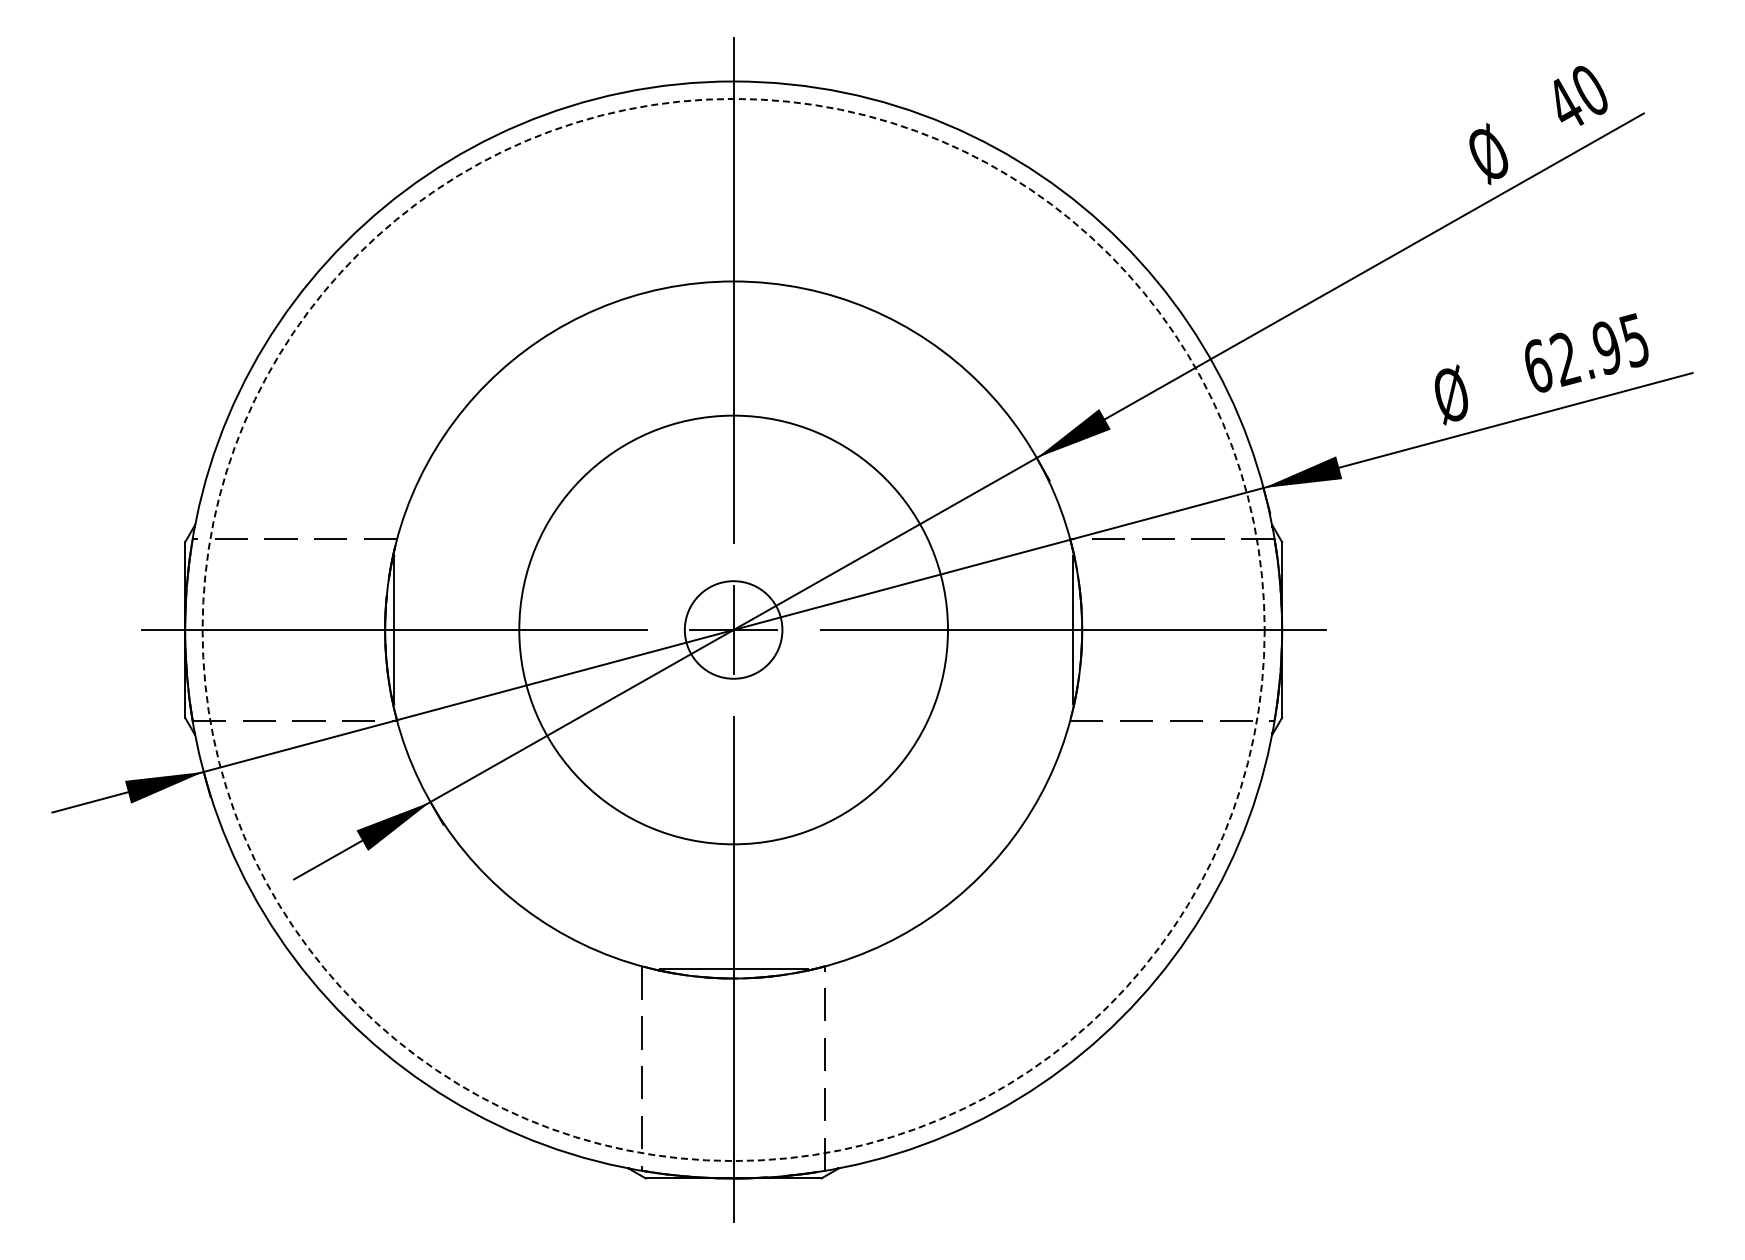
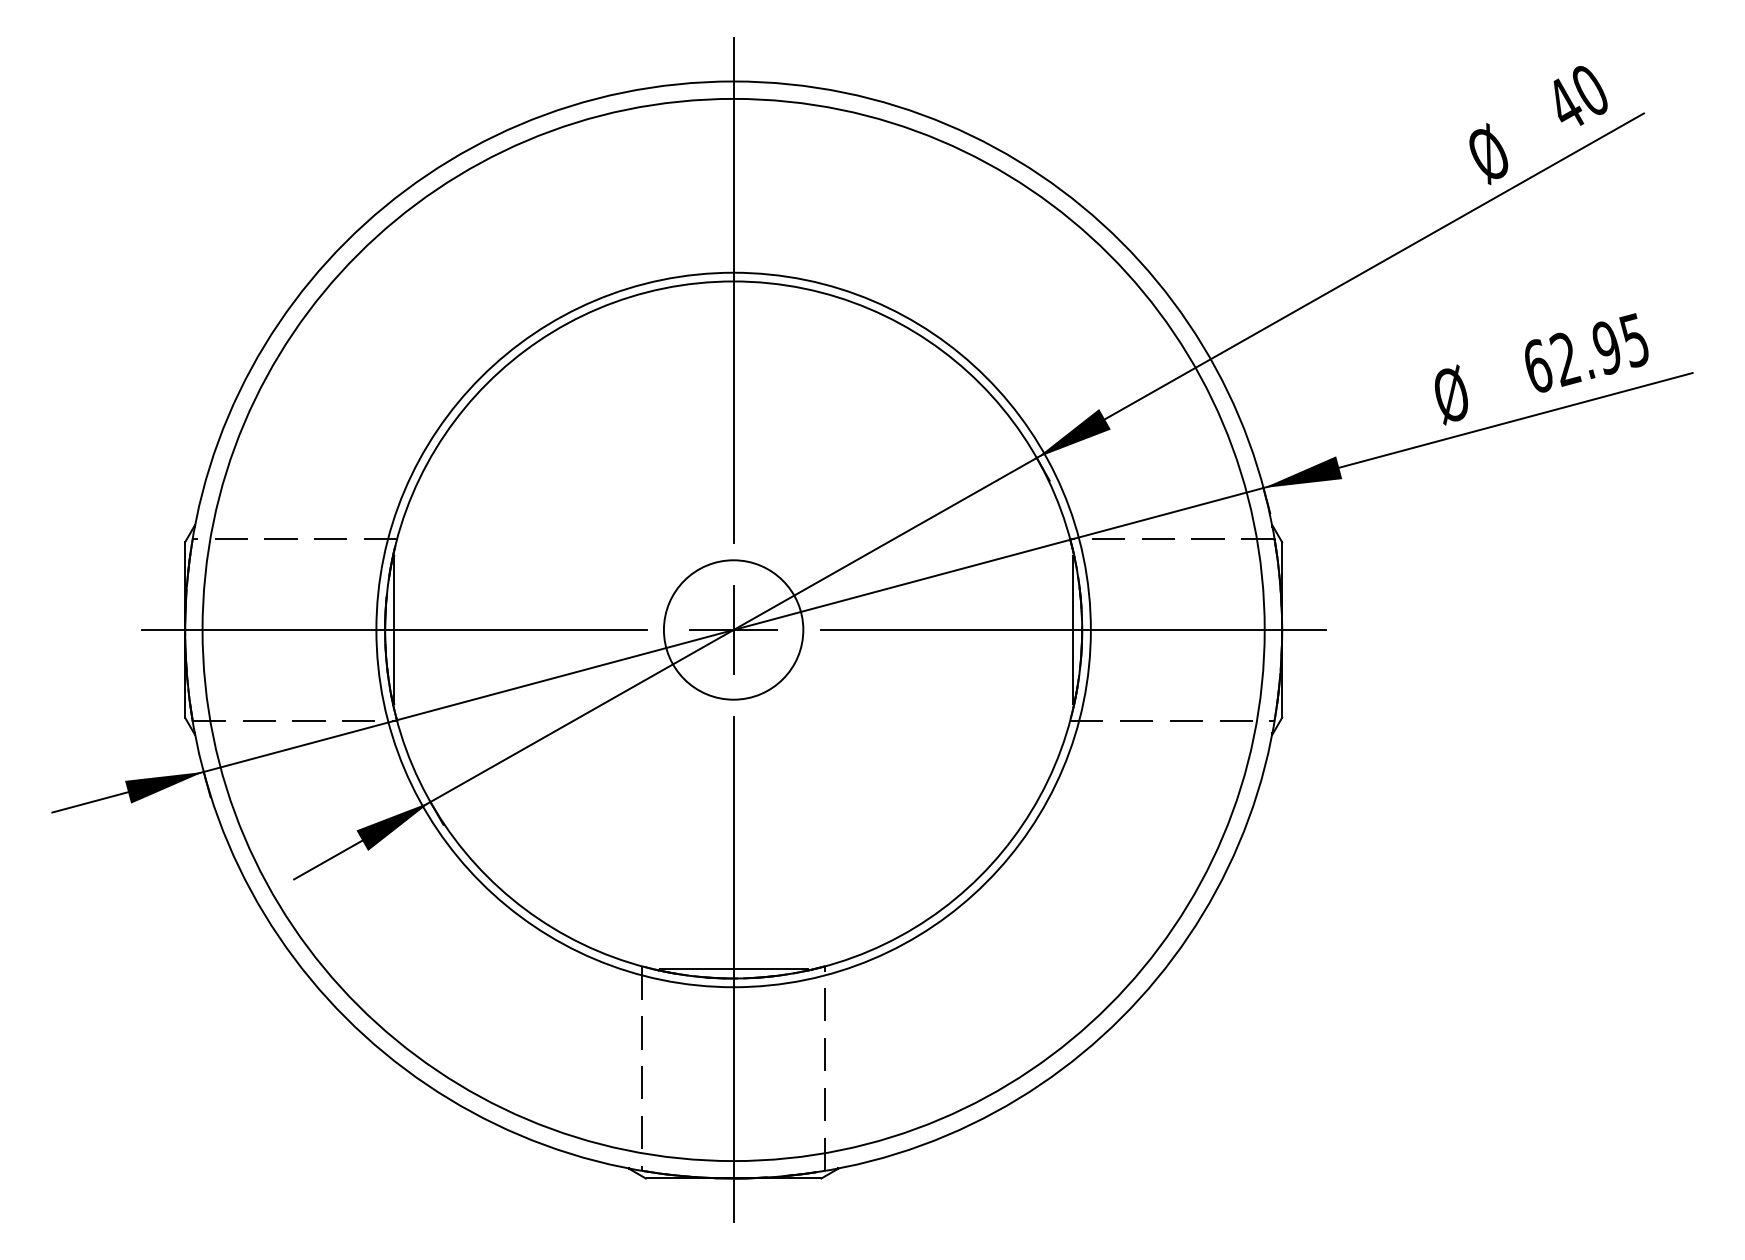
circle at (733, 629) diameter: 429 px -> 714 px
circle at (733, 629) diameter: 98 px -> 139 px
circle at (733, 629): dashed -> solid
